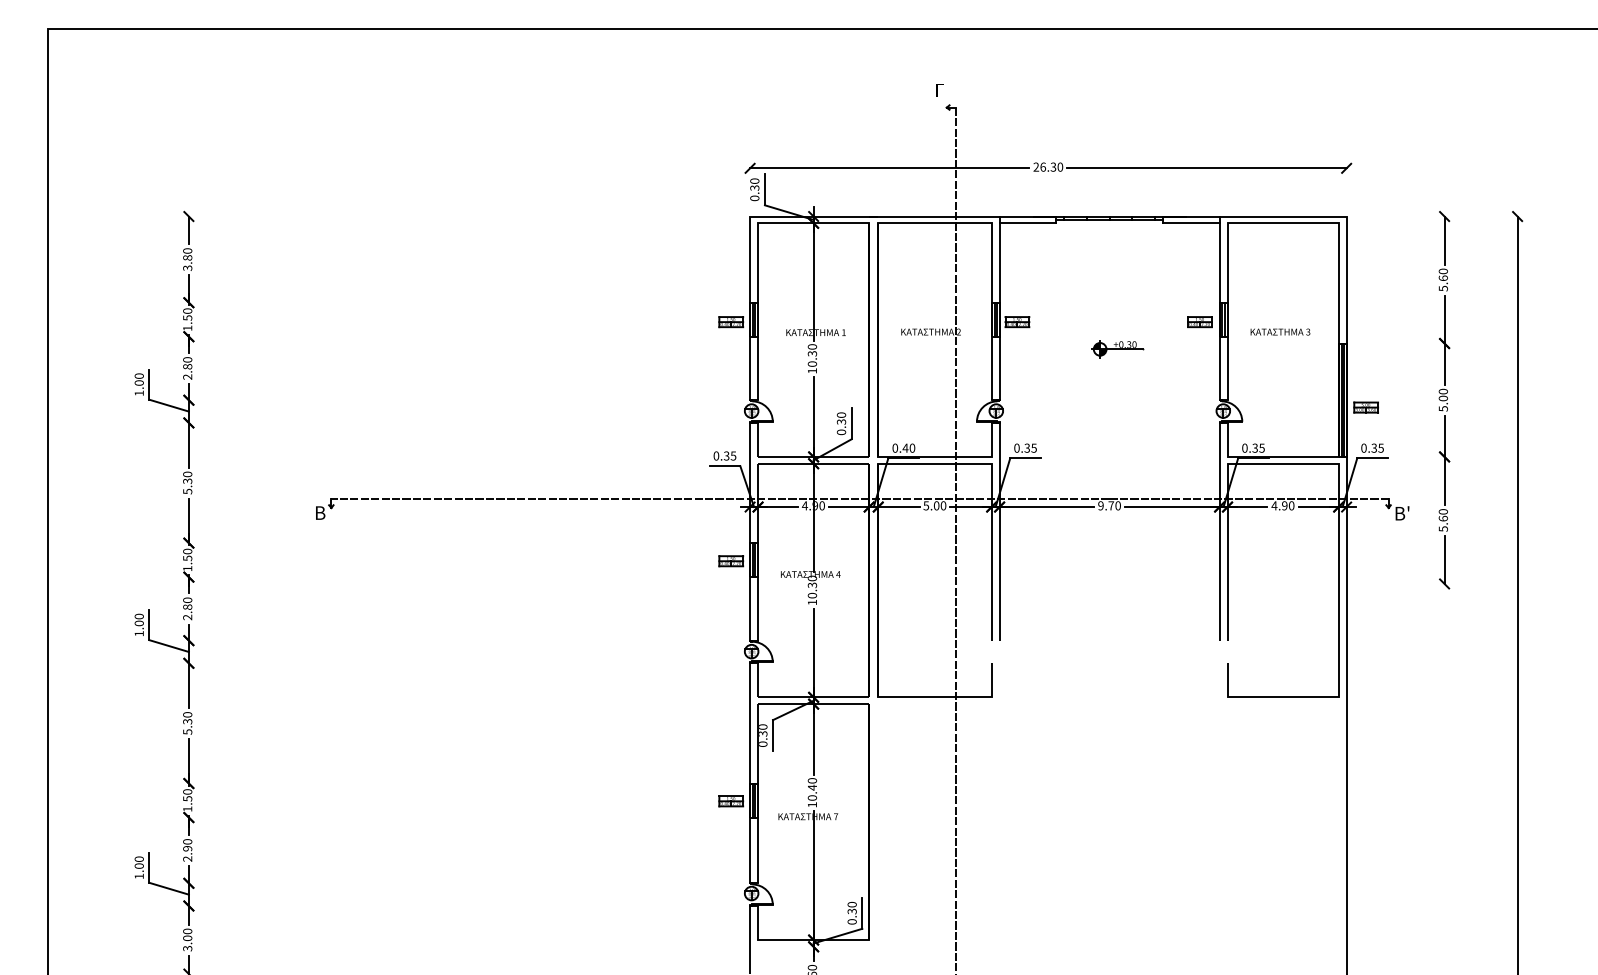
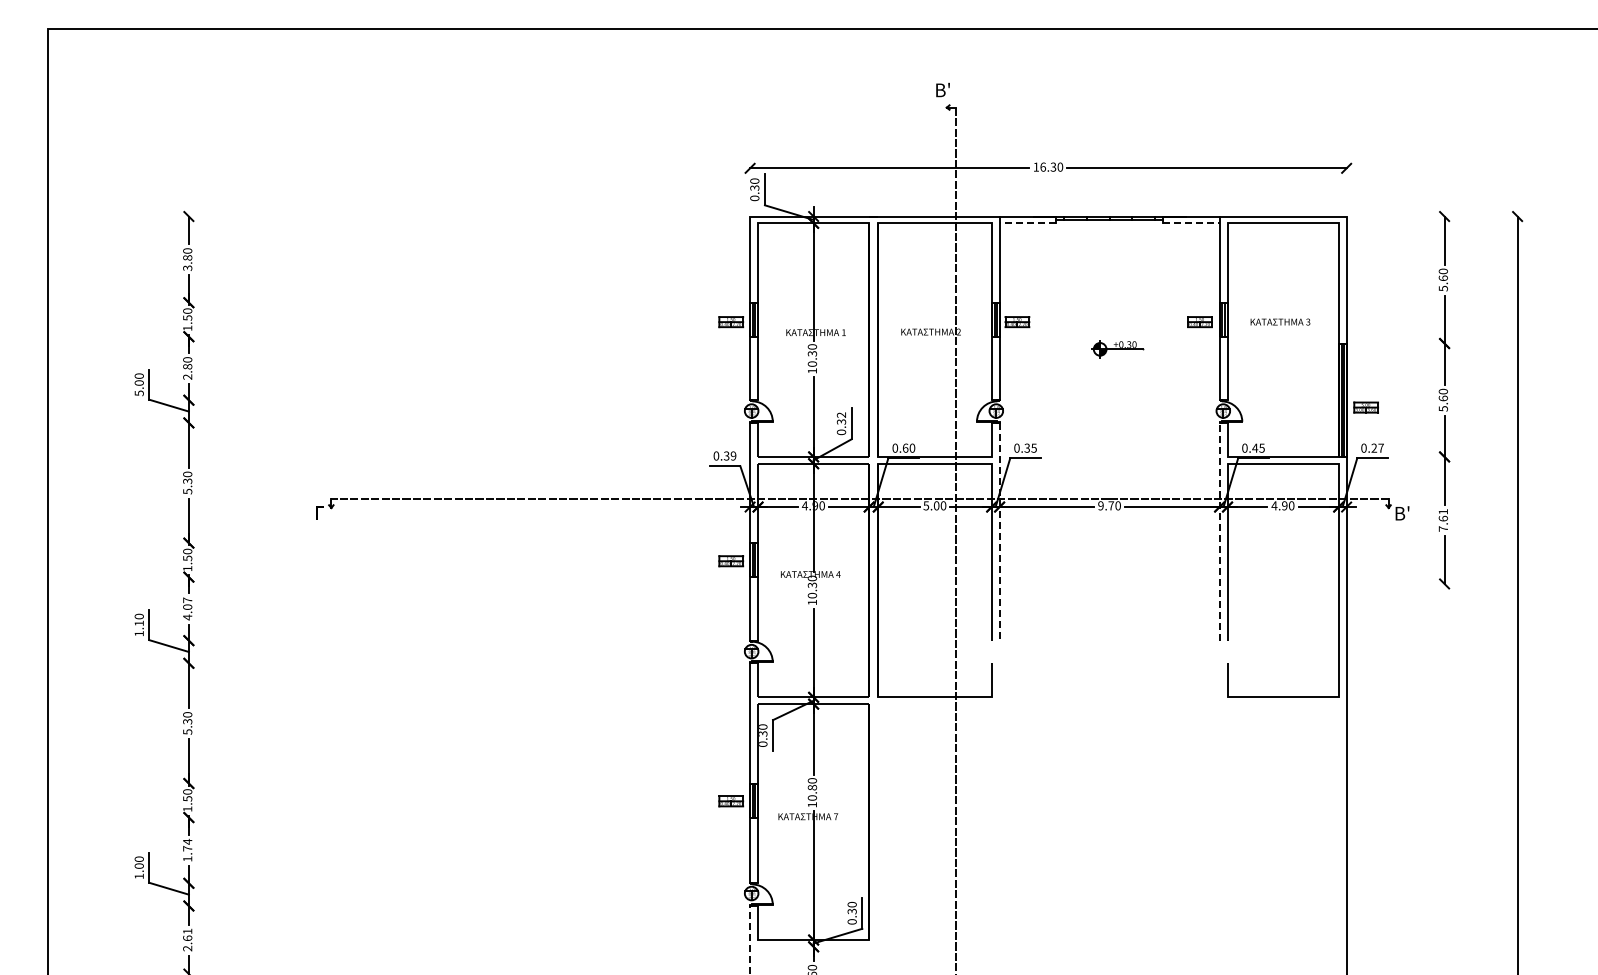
text at (942, 89): Γ -> B'
text at (1036, 166): 26.30 -> 16.30
line at (1027, 223): solid -> dashed
line at (1191, 223): solid -> dashed
text at (1280, 331) position: (1280, 331) -> (1280, 321)
text at (138, 393): 1.00 -> 5.00
text at (1442, 398): 5.00 -> 5.60
text at (841, 414): 0.30 -> 0.32
text at (905, 447): 0.40 -> 0.60
text at (1255, 447): 0.35 -> 0.45
text at (1377, 447): 0.35 -> 0.27
text at (733, 455): 0.35 -> 0.39
text at (320, 512): B -> Γ
text at (1442, 520): 5.60 -> 7.61
line at (999, 531): solid -> dashed
line at (1219, 531): solid -> dashed
text at (187, 608): 2.80 -> 4.07
text at (138, 623): 1.00 -> 1.10
text at (812, 787): 10.40 -> 10.80
text at (187, 849): 2.90 -> 1.74
text at (187, 939): 3.00 -> 2.61
line at (750, 939): solid -> dashed
